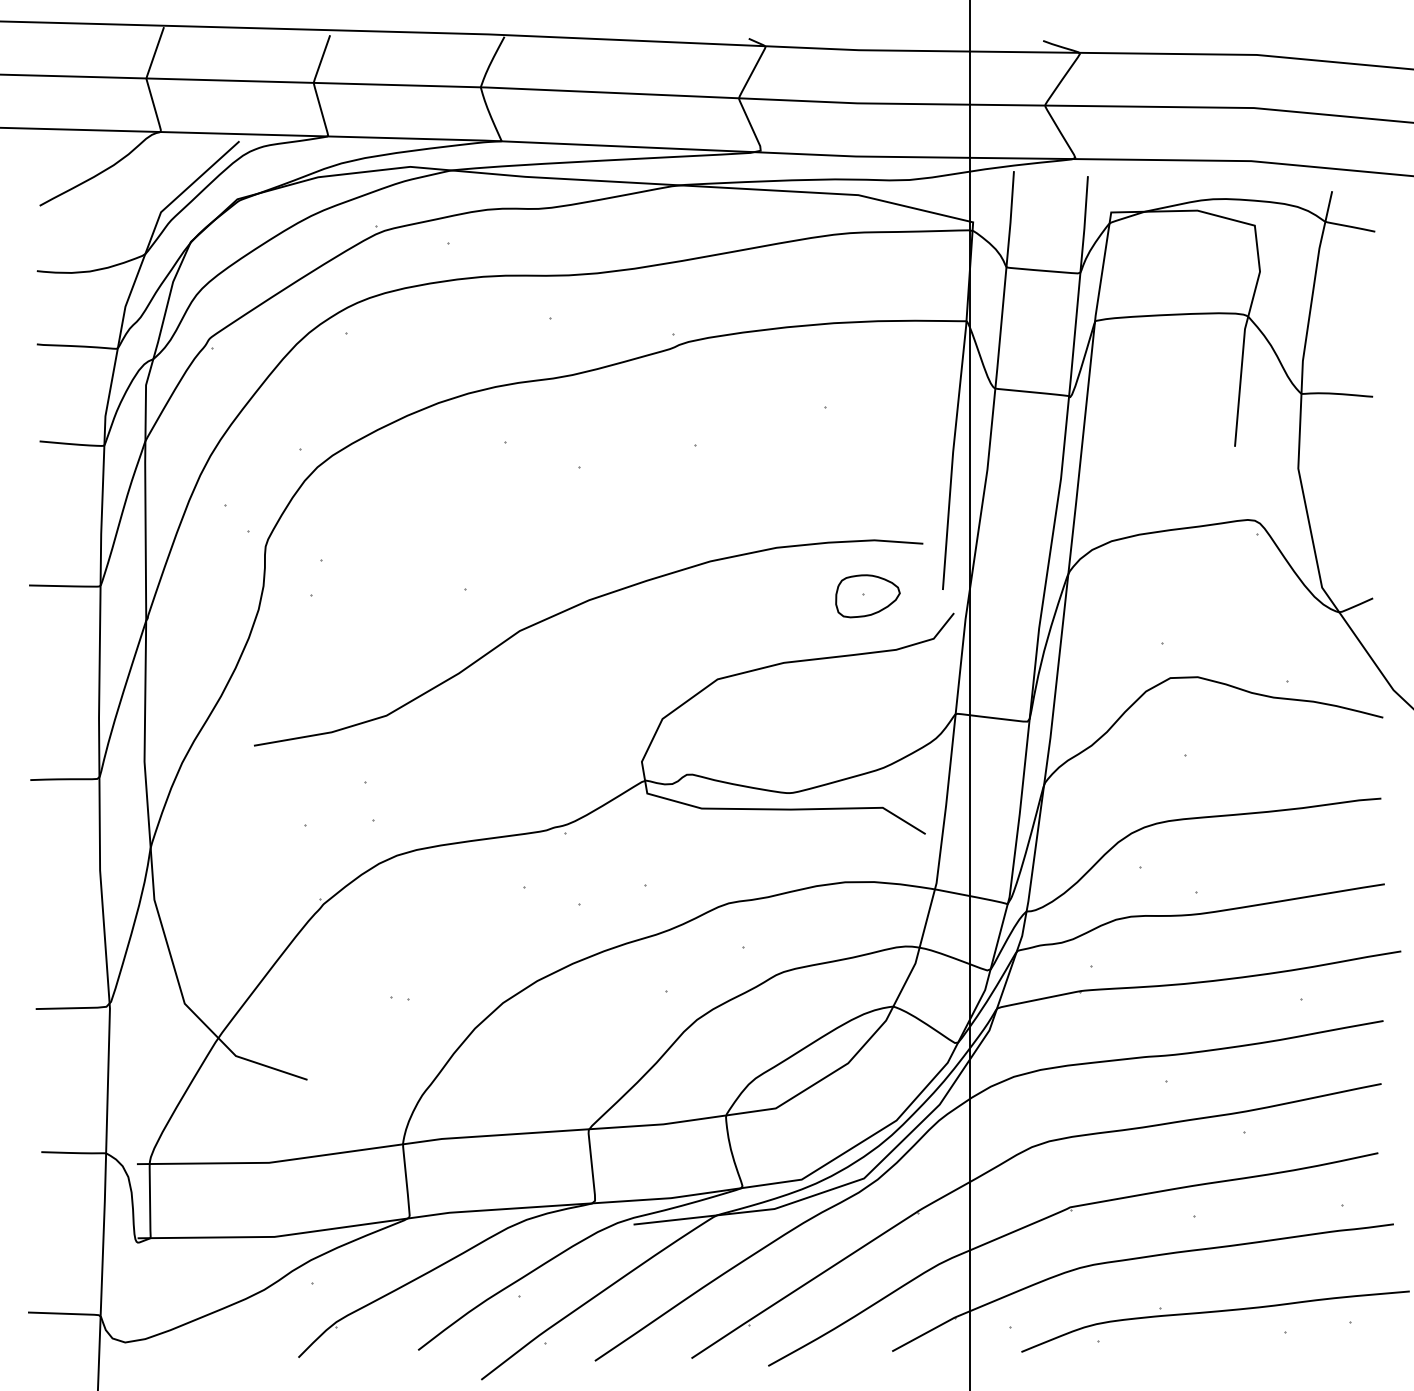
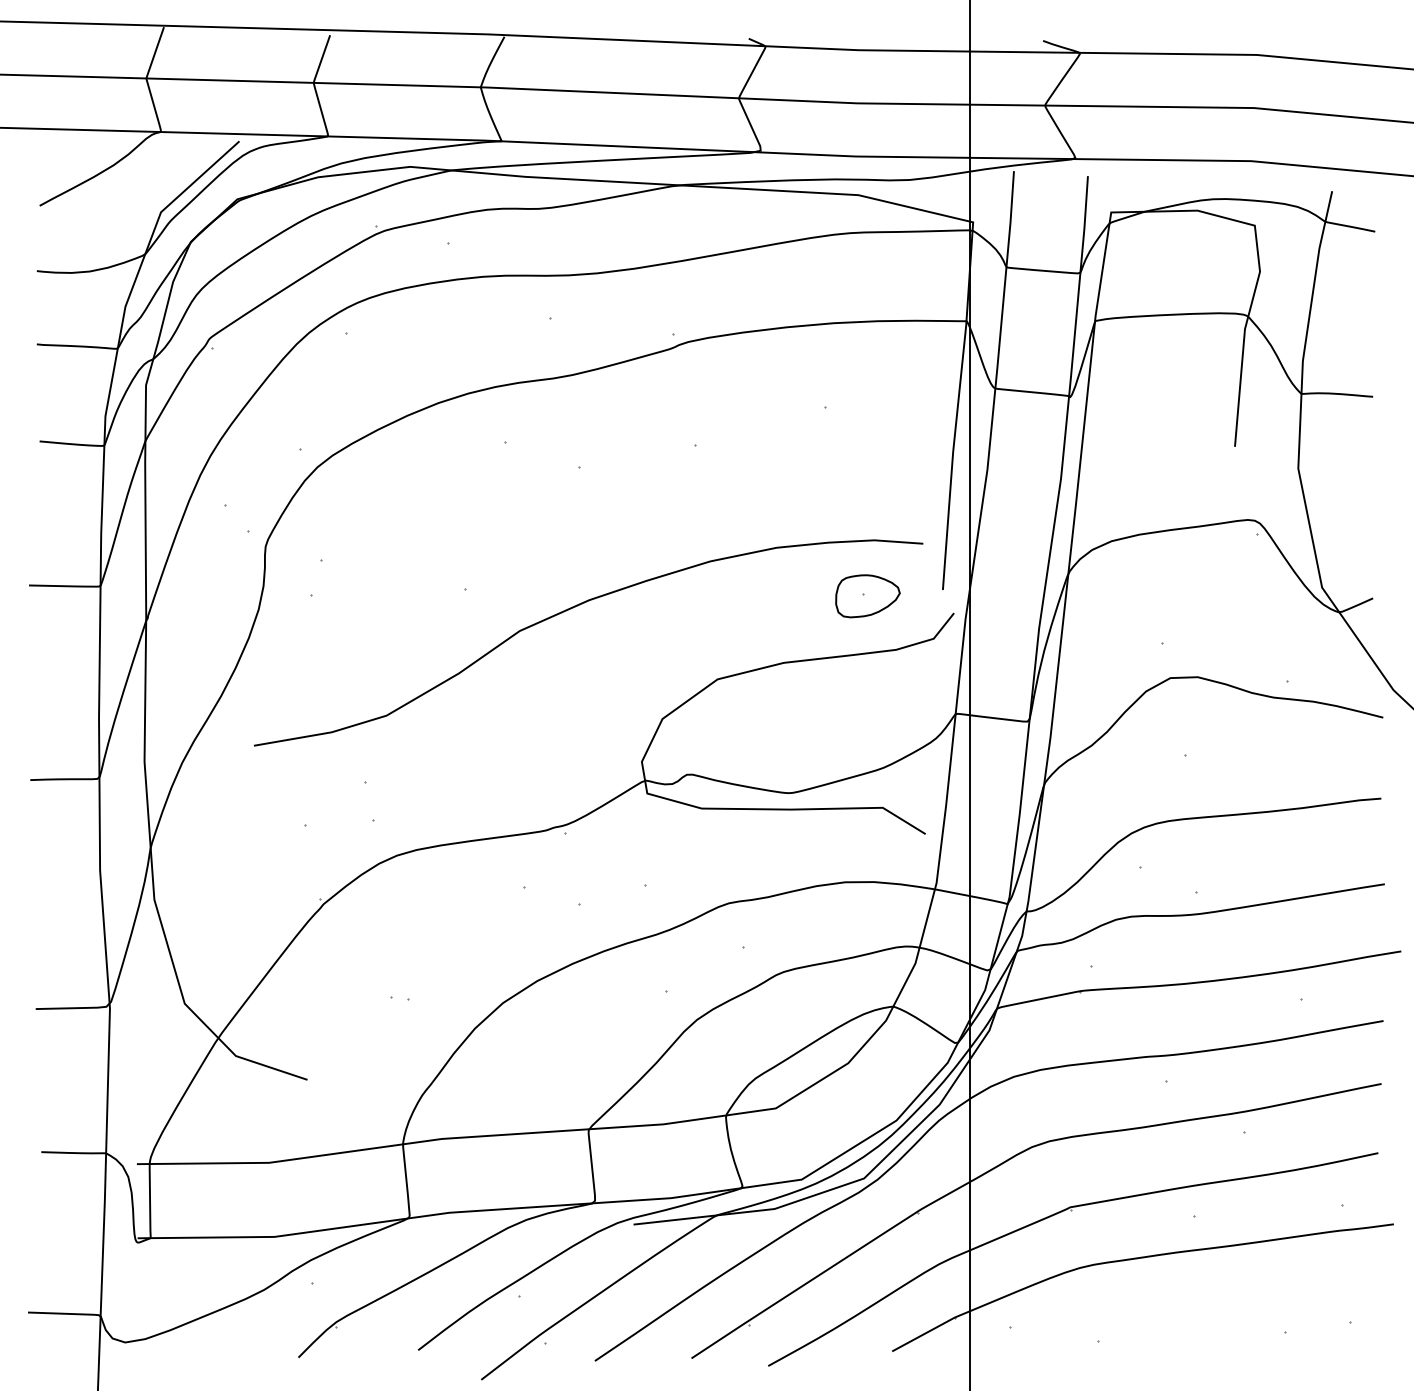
part at (1215, 1312): present -> none
